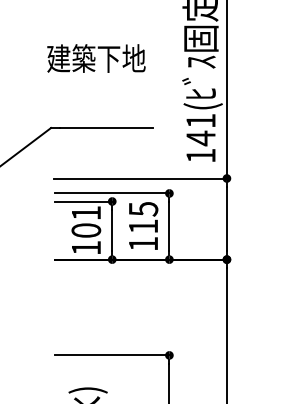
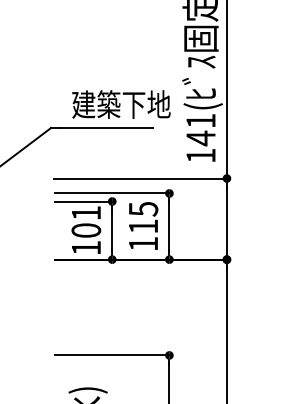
text at (96, 58) position: (96, 58) -> (121, 104)
